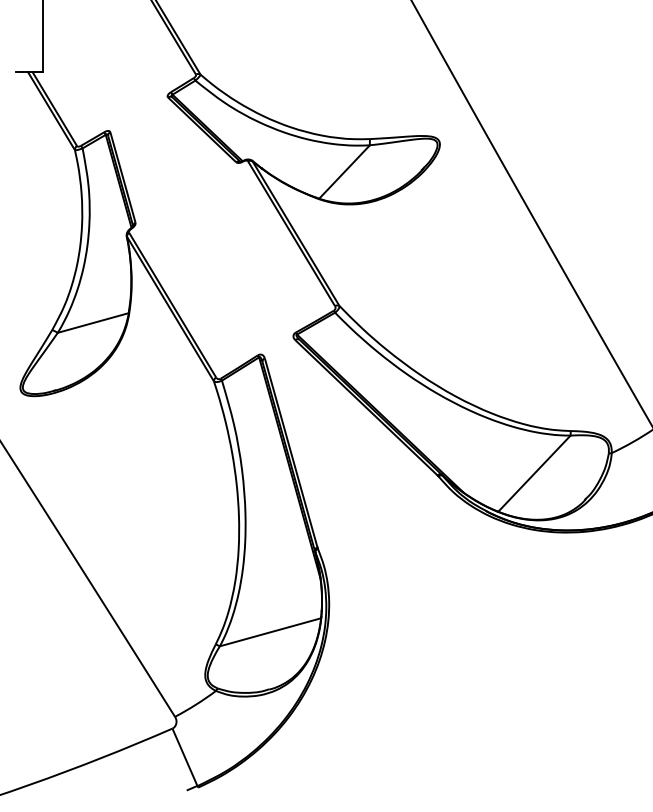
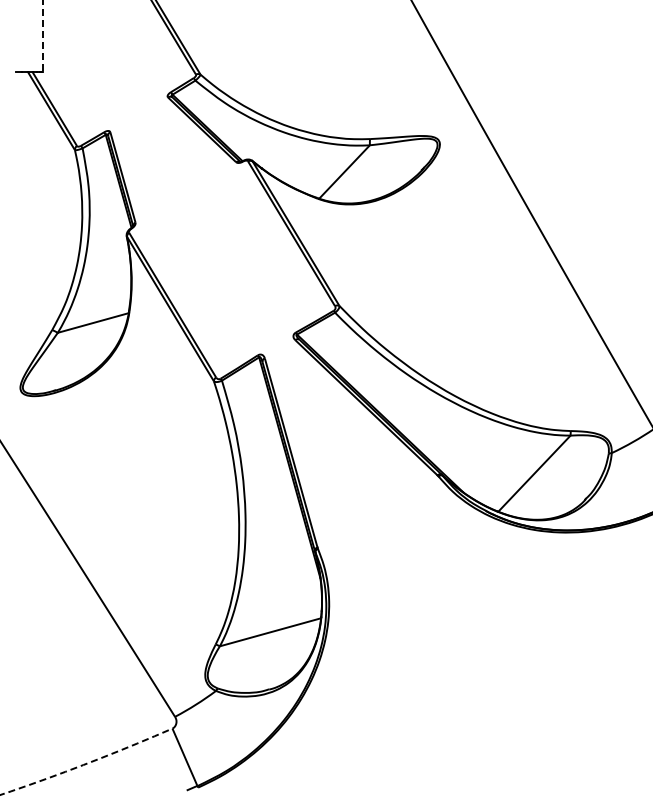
line at (42, 35): solid -> dashed
arc at (87, 763): solid -> dashed
